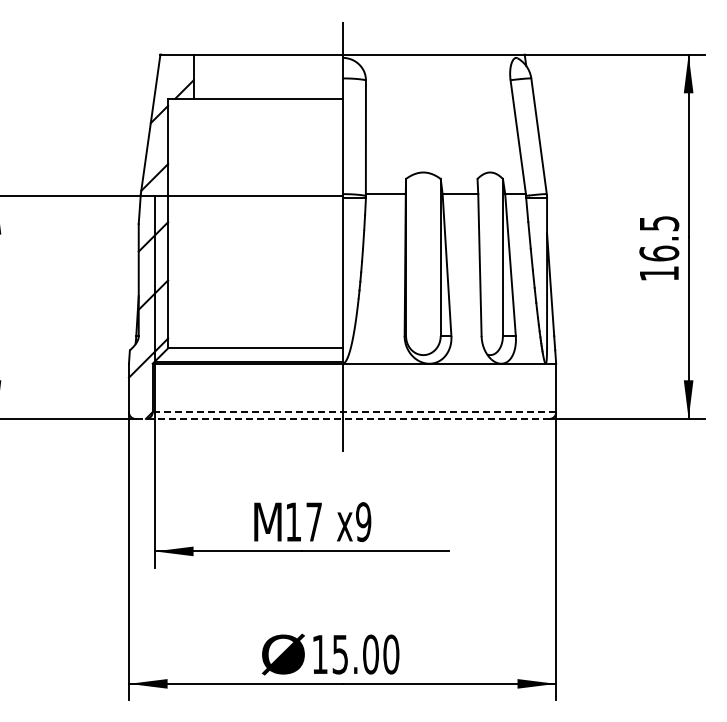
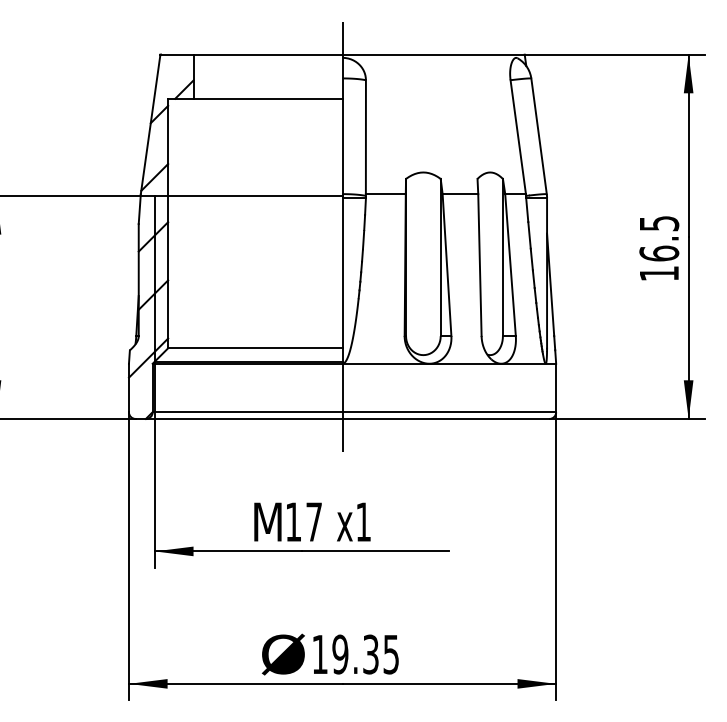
line at (354, 412): dashed -> solid
line at (342, 418): dashed -> solid
text at (363, 522): x9 -> x1
text at (365, 654): 15.00 -> 19.35
